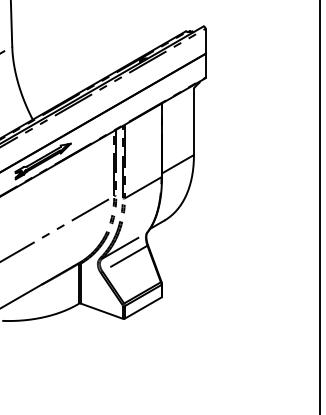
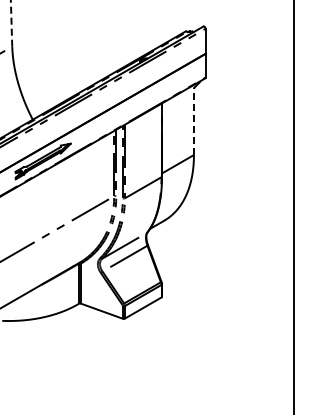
line at (11, 22): solid -> dashed
line at (193, 122): solid -> dashed
line at (319, 206) position: (319, 206) -> (293, 206)
